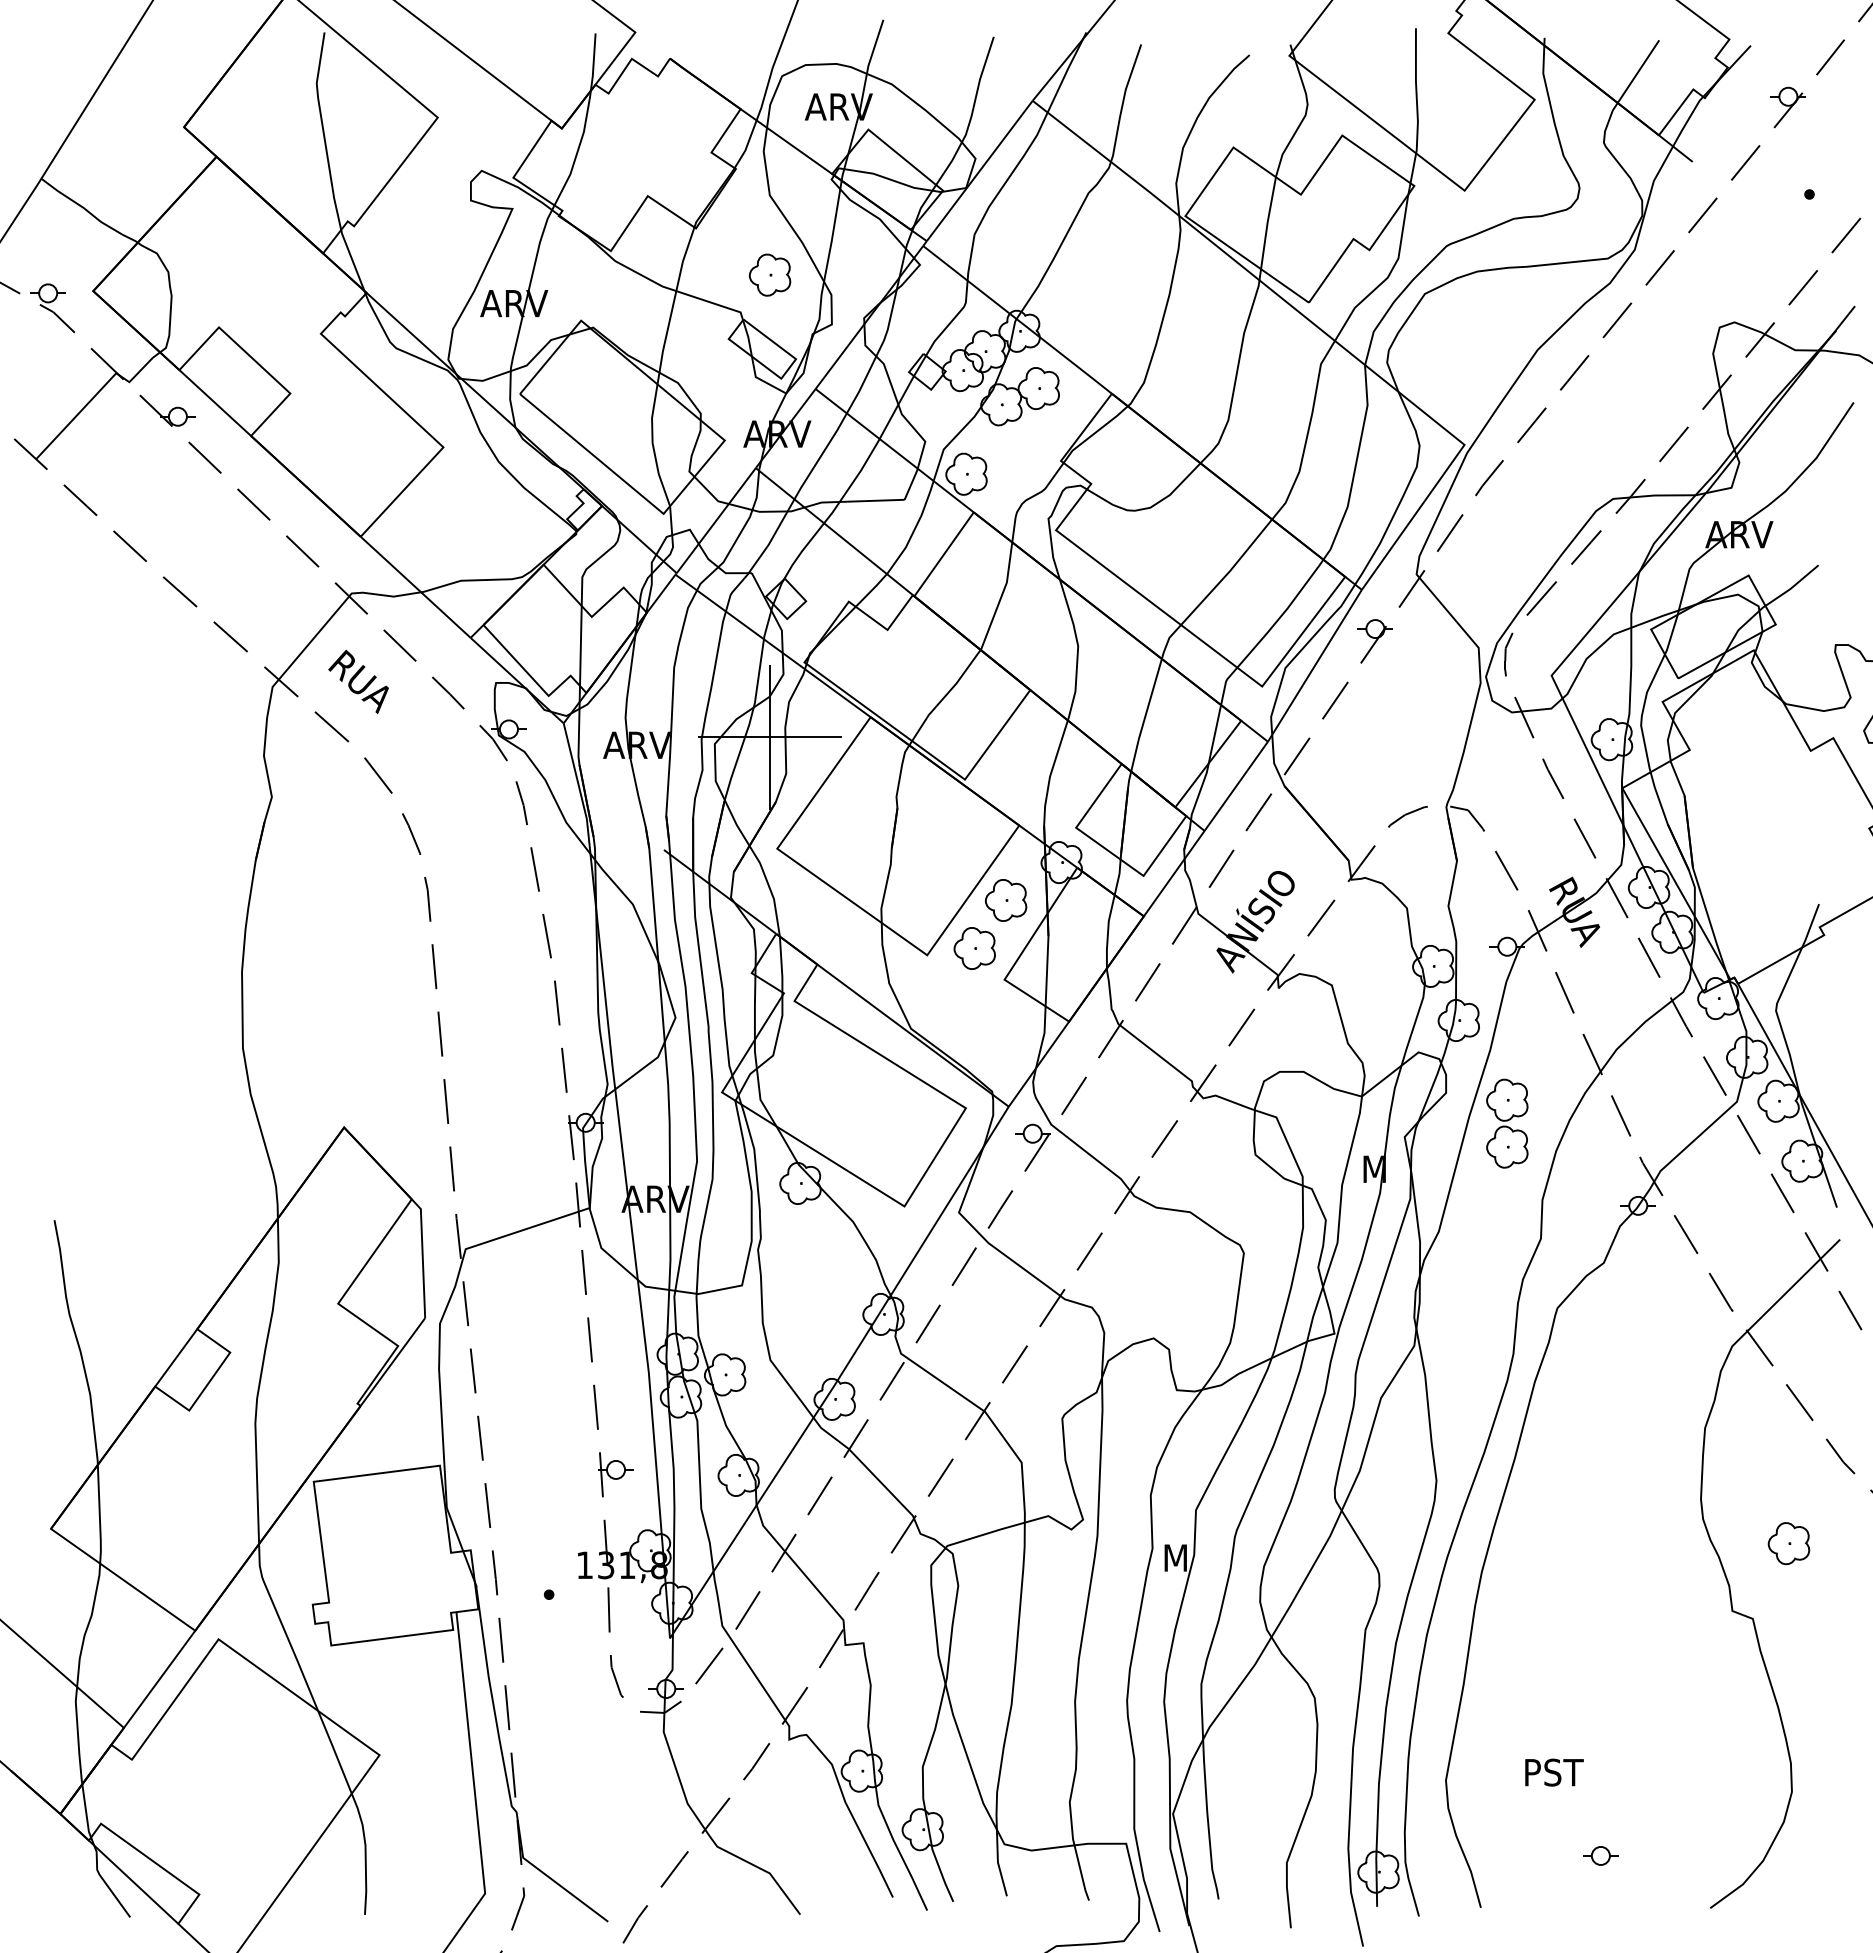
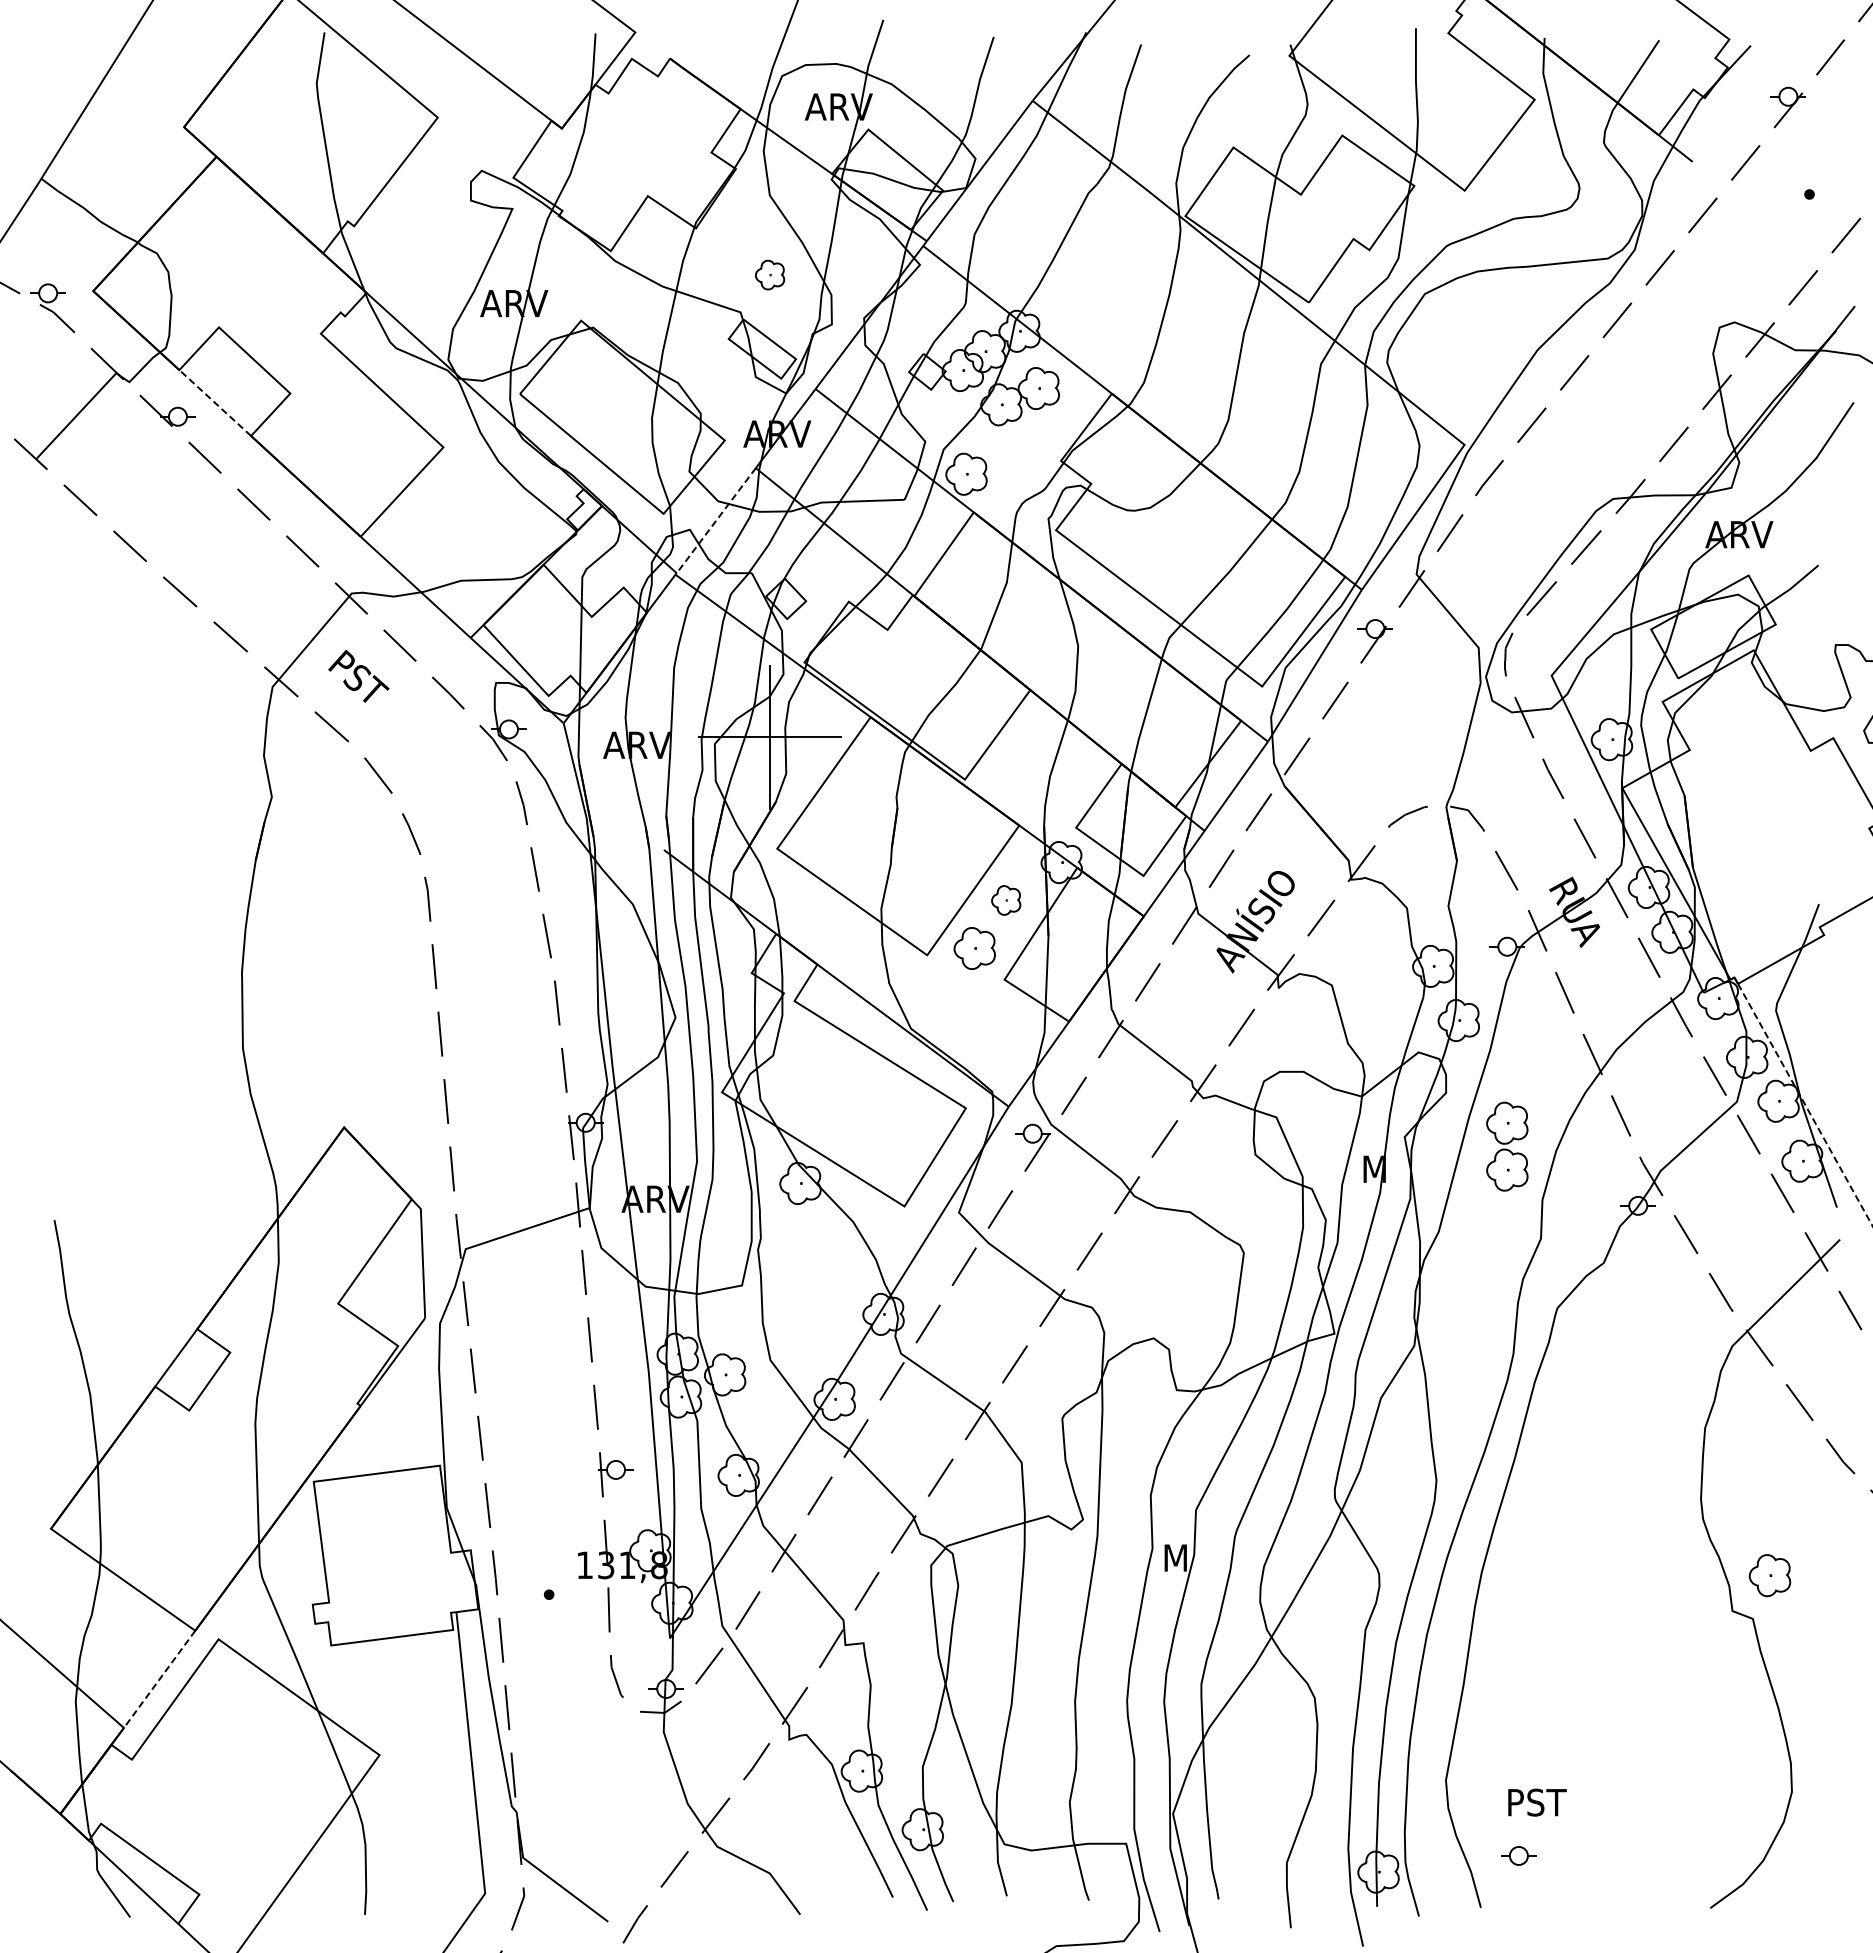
part at (769, 274) size: 44x44 px -> 31x32 px
line at (215, 403): solid -> dashed
line at (716, 520): solid -> dashed
text at (363, 686): RUA -> PST
part at (1006, 900) size: 43x43 px -> 31x31 px
line at (1805, 1105): solid -> dashed
part at (1507, 1123) position: (1507, 1123) -> (1507, 1146)
part at (1788, 1543) position: (1788, 1543) -> (1769, 1575)
line at (159, 1679): solid -> dashed
text at (1554, 1772) position: (1554, 1772) -> (1537, 1802)
part at (1600, 1855) position: (1600, 1855) -> (1518, 1855)
